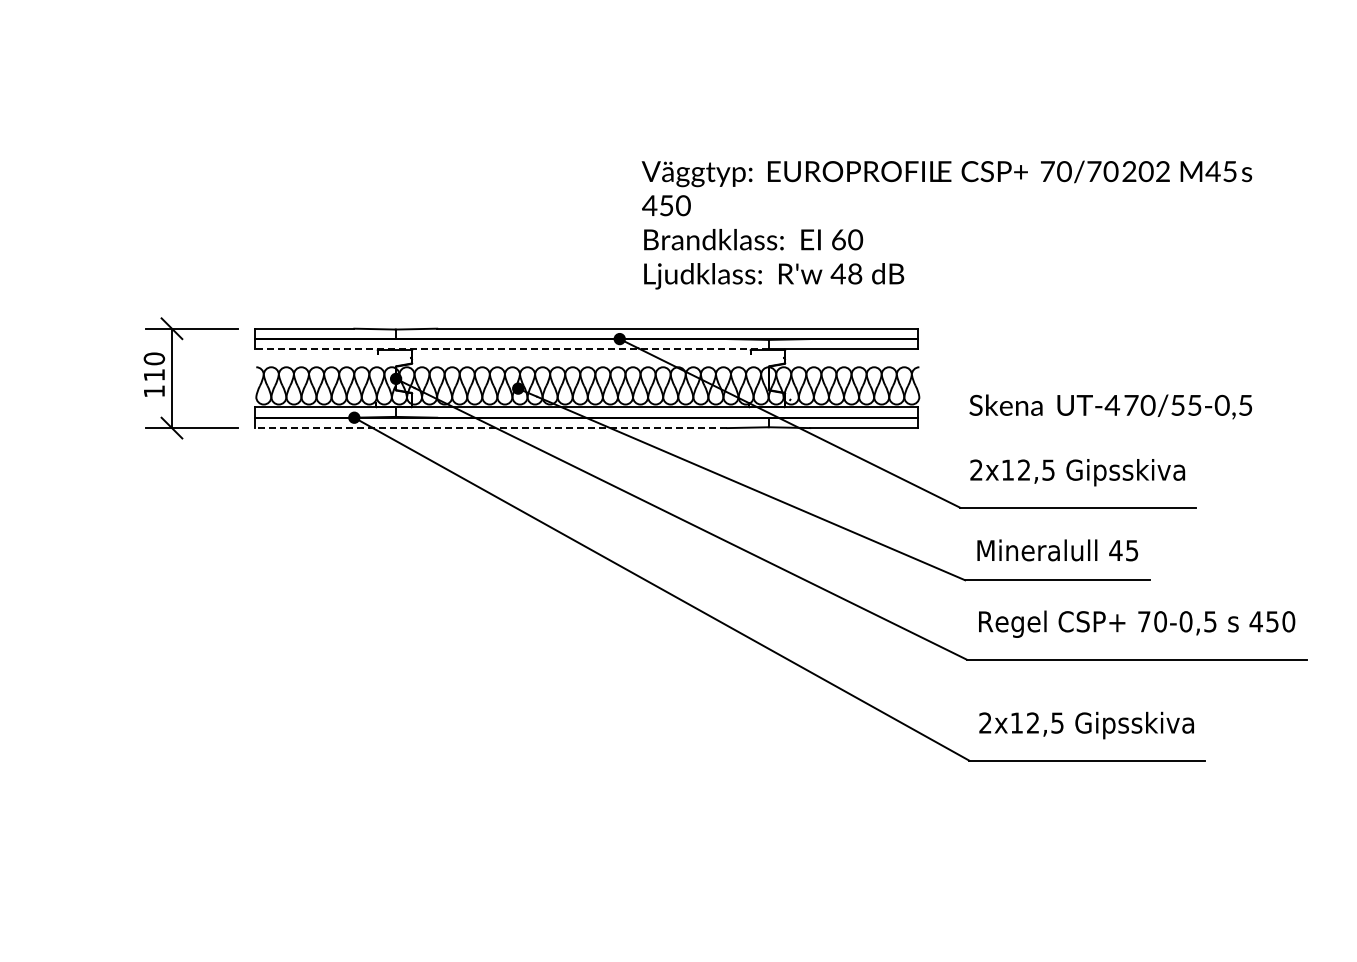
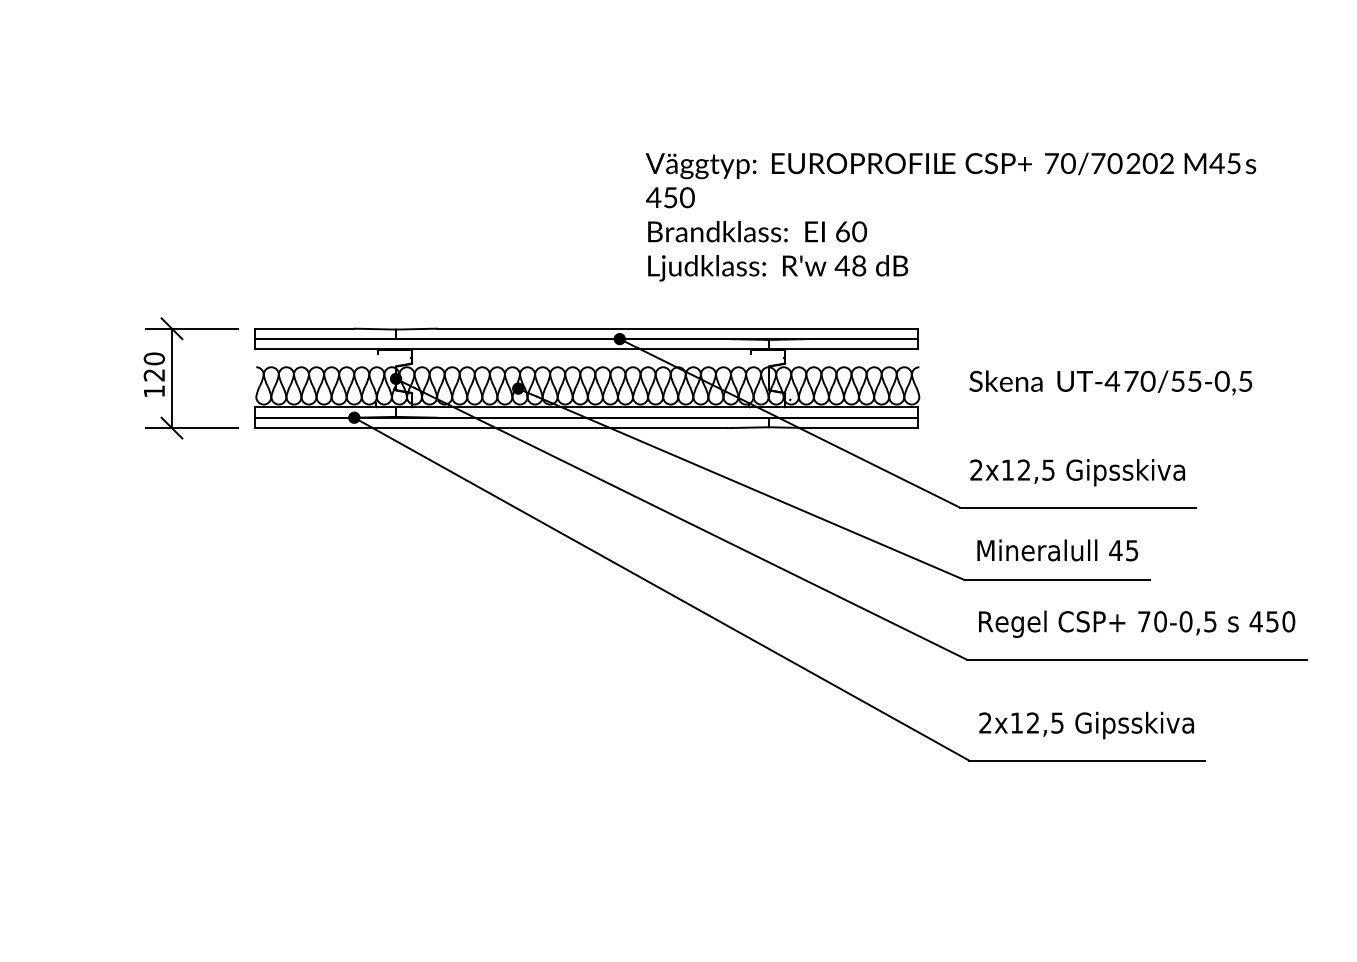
text at (946, 224) position: (946, 224) -> (950, 216)
line at (511, 349): dashed -> solid
text at (153, 375): 110 -> 120
text at (1110, 406) position: (1110, 406) -> (1110, 382)
line at (490, 428): dashed -> solid
